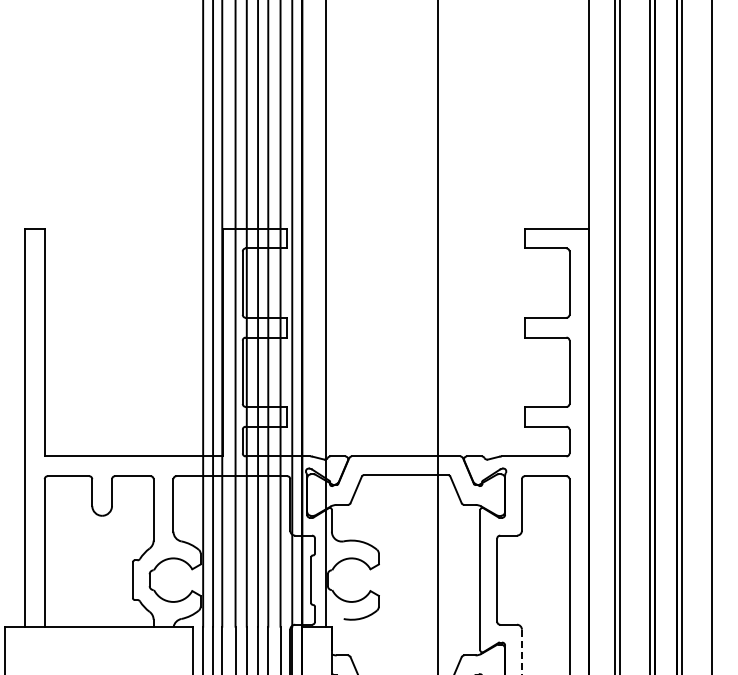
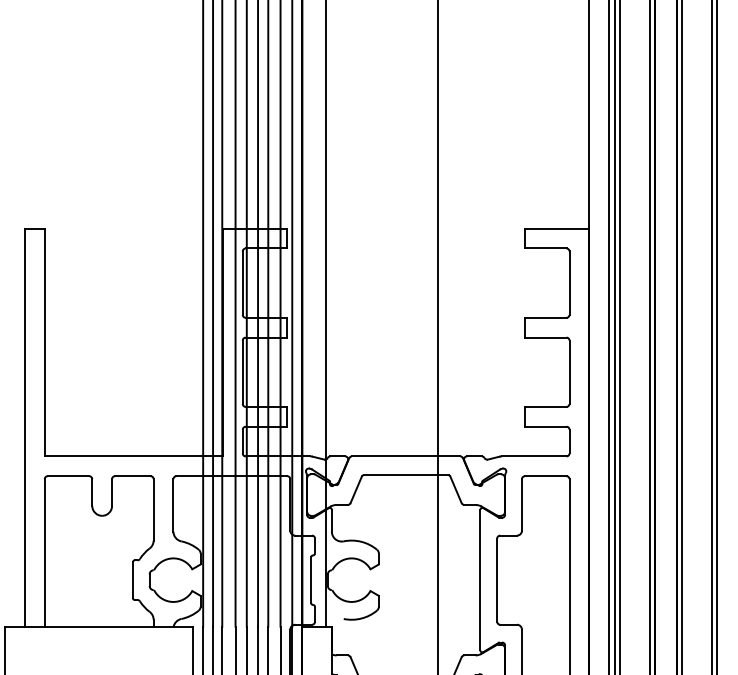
line at (609, 336): none -> present
line at (716, 336): none -> present
line at (521, 651): dashed -> solid
